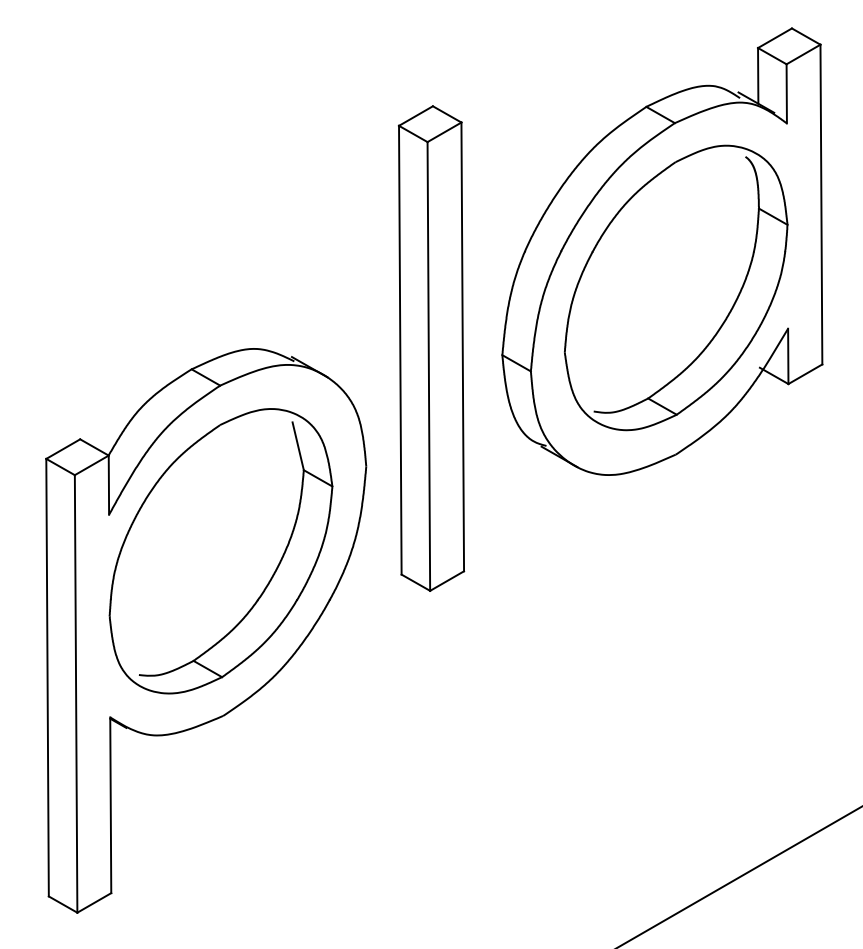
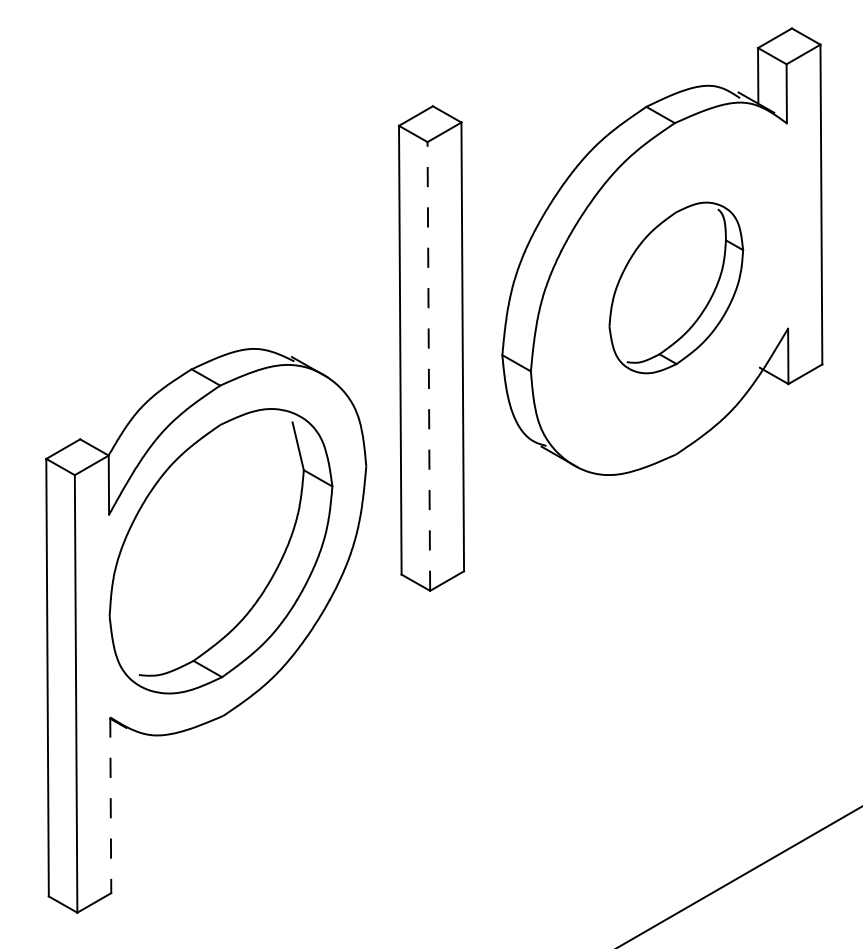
part at (676, 287) size: 225x288 px -> 137x174 px
line at (428, 365): solid -> dashed
line at (110, 805): solid -> dashed
